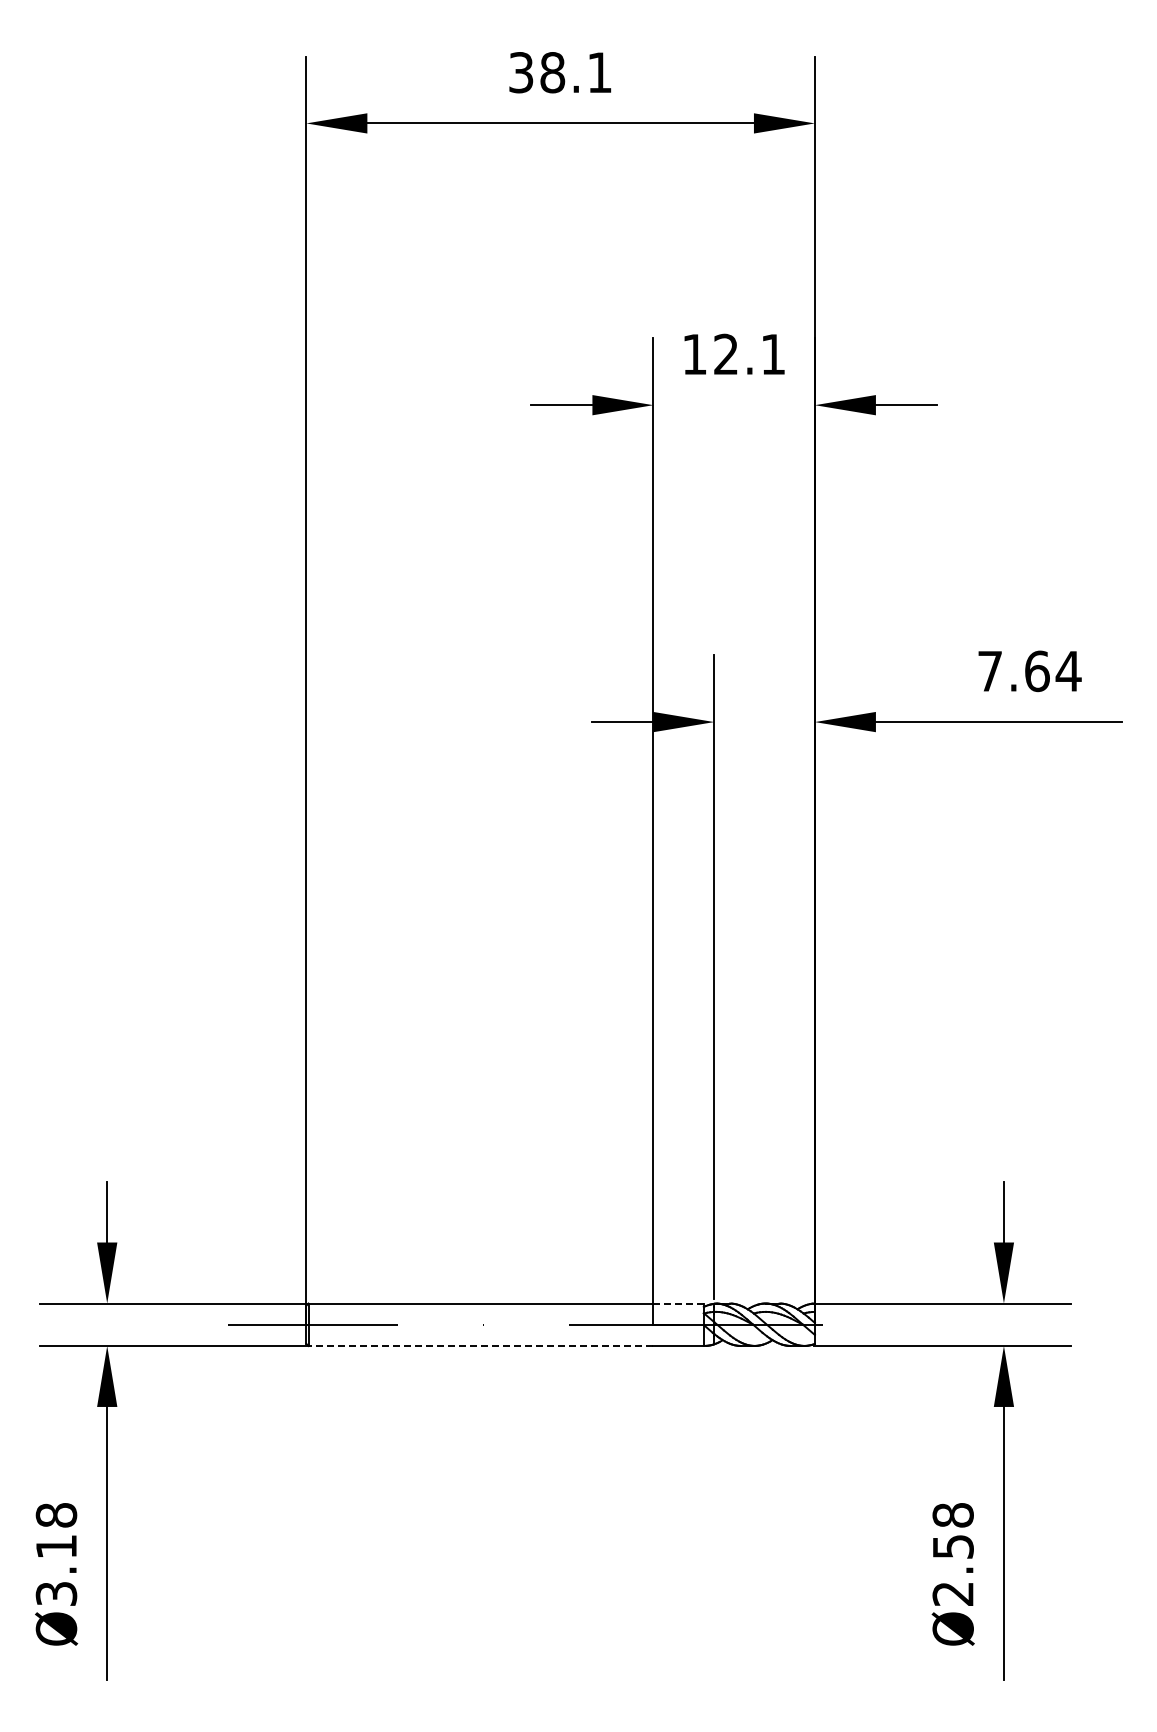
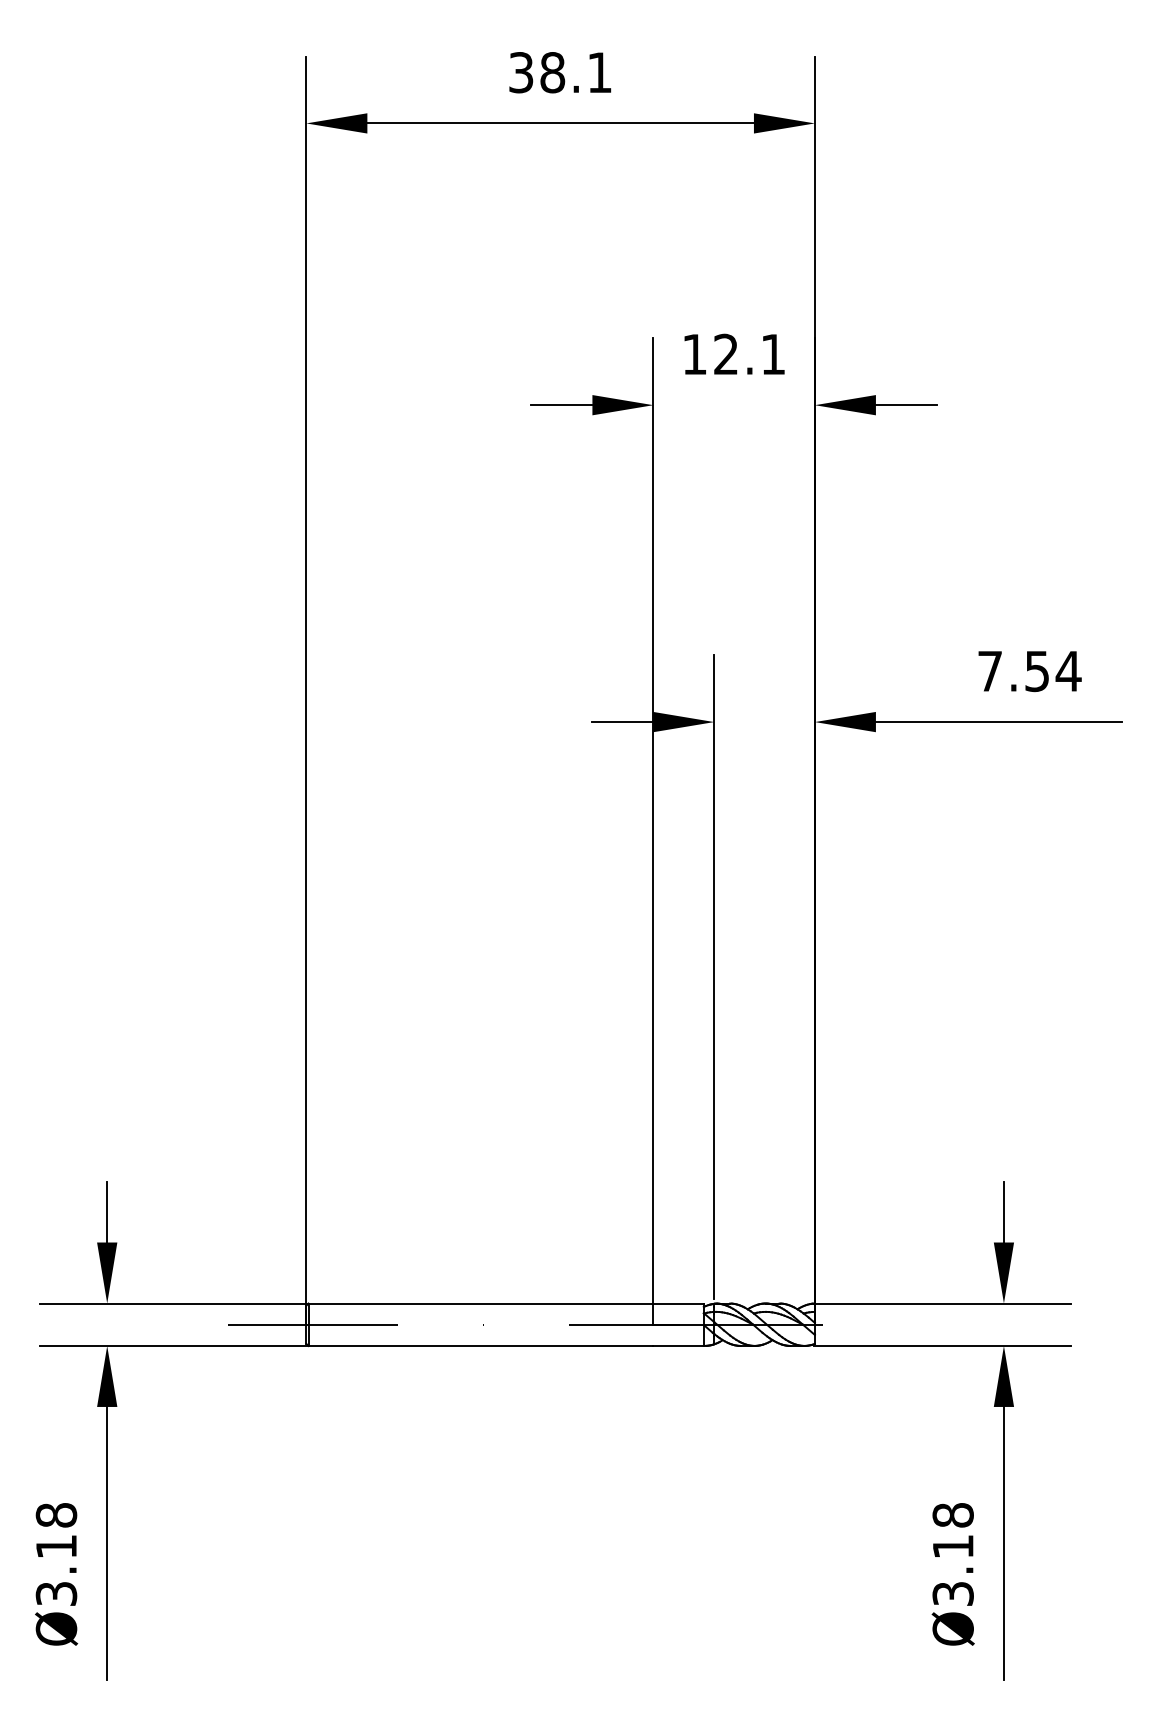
text at (1037, 671): 7.64 -> 7.54
line at (679, 1303): dashed -> solid
line at (480, 1346): dashed -> solid
text at (952, 1570): Ø2.58 -> Ø3.18
